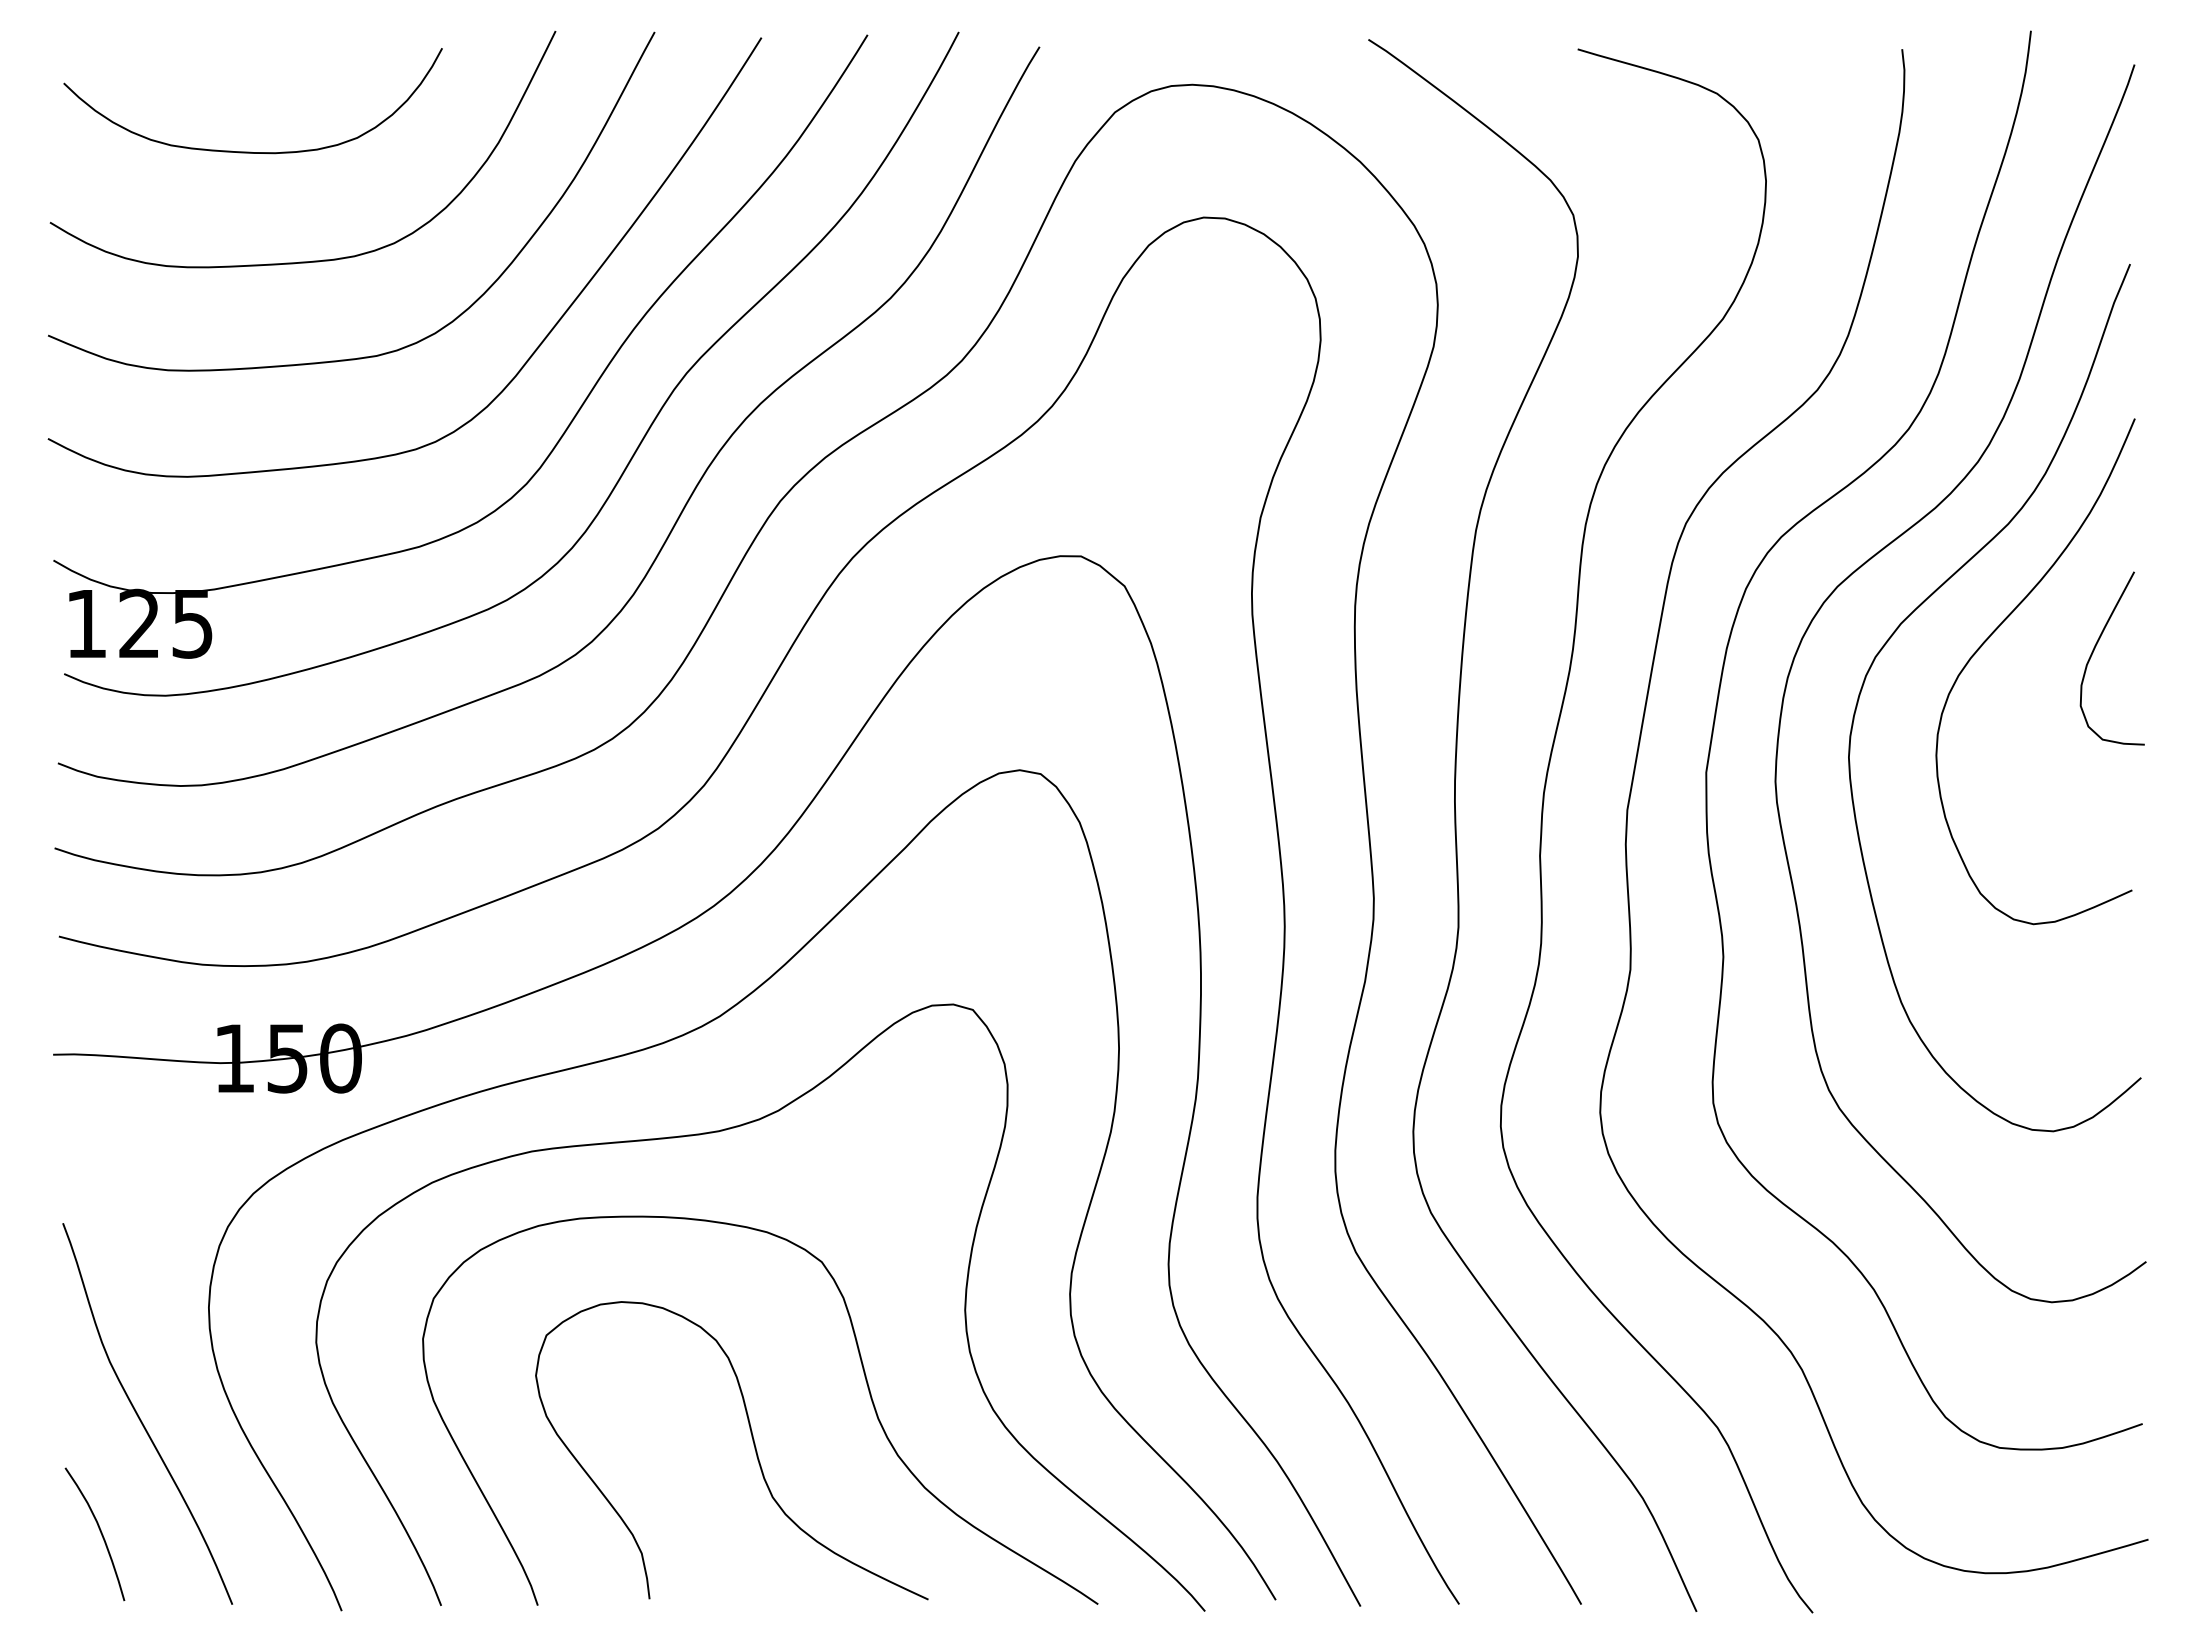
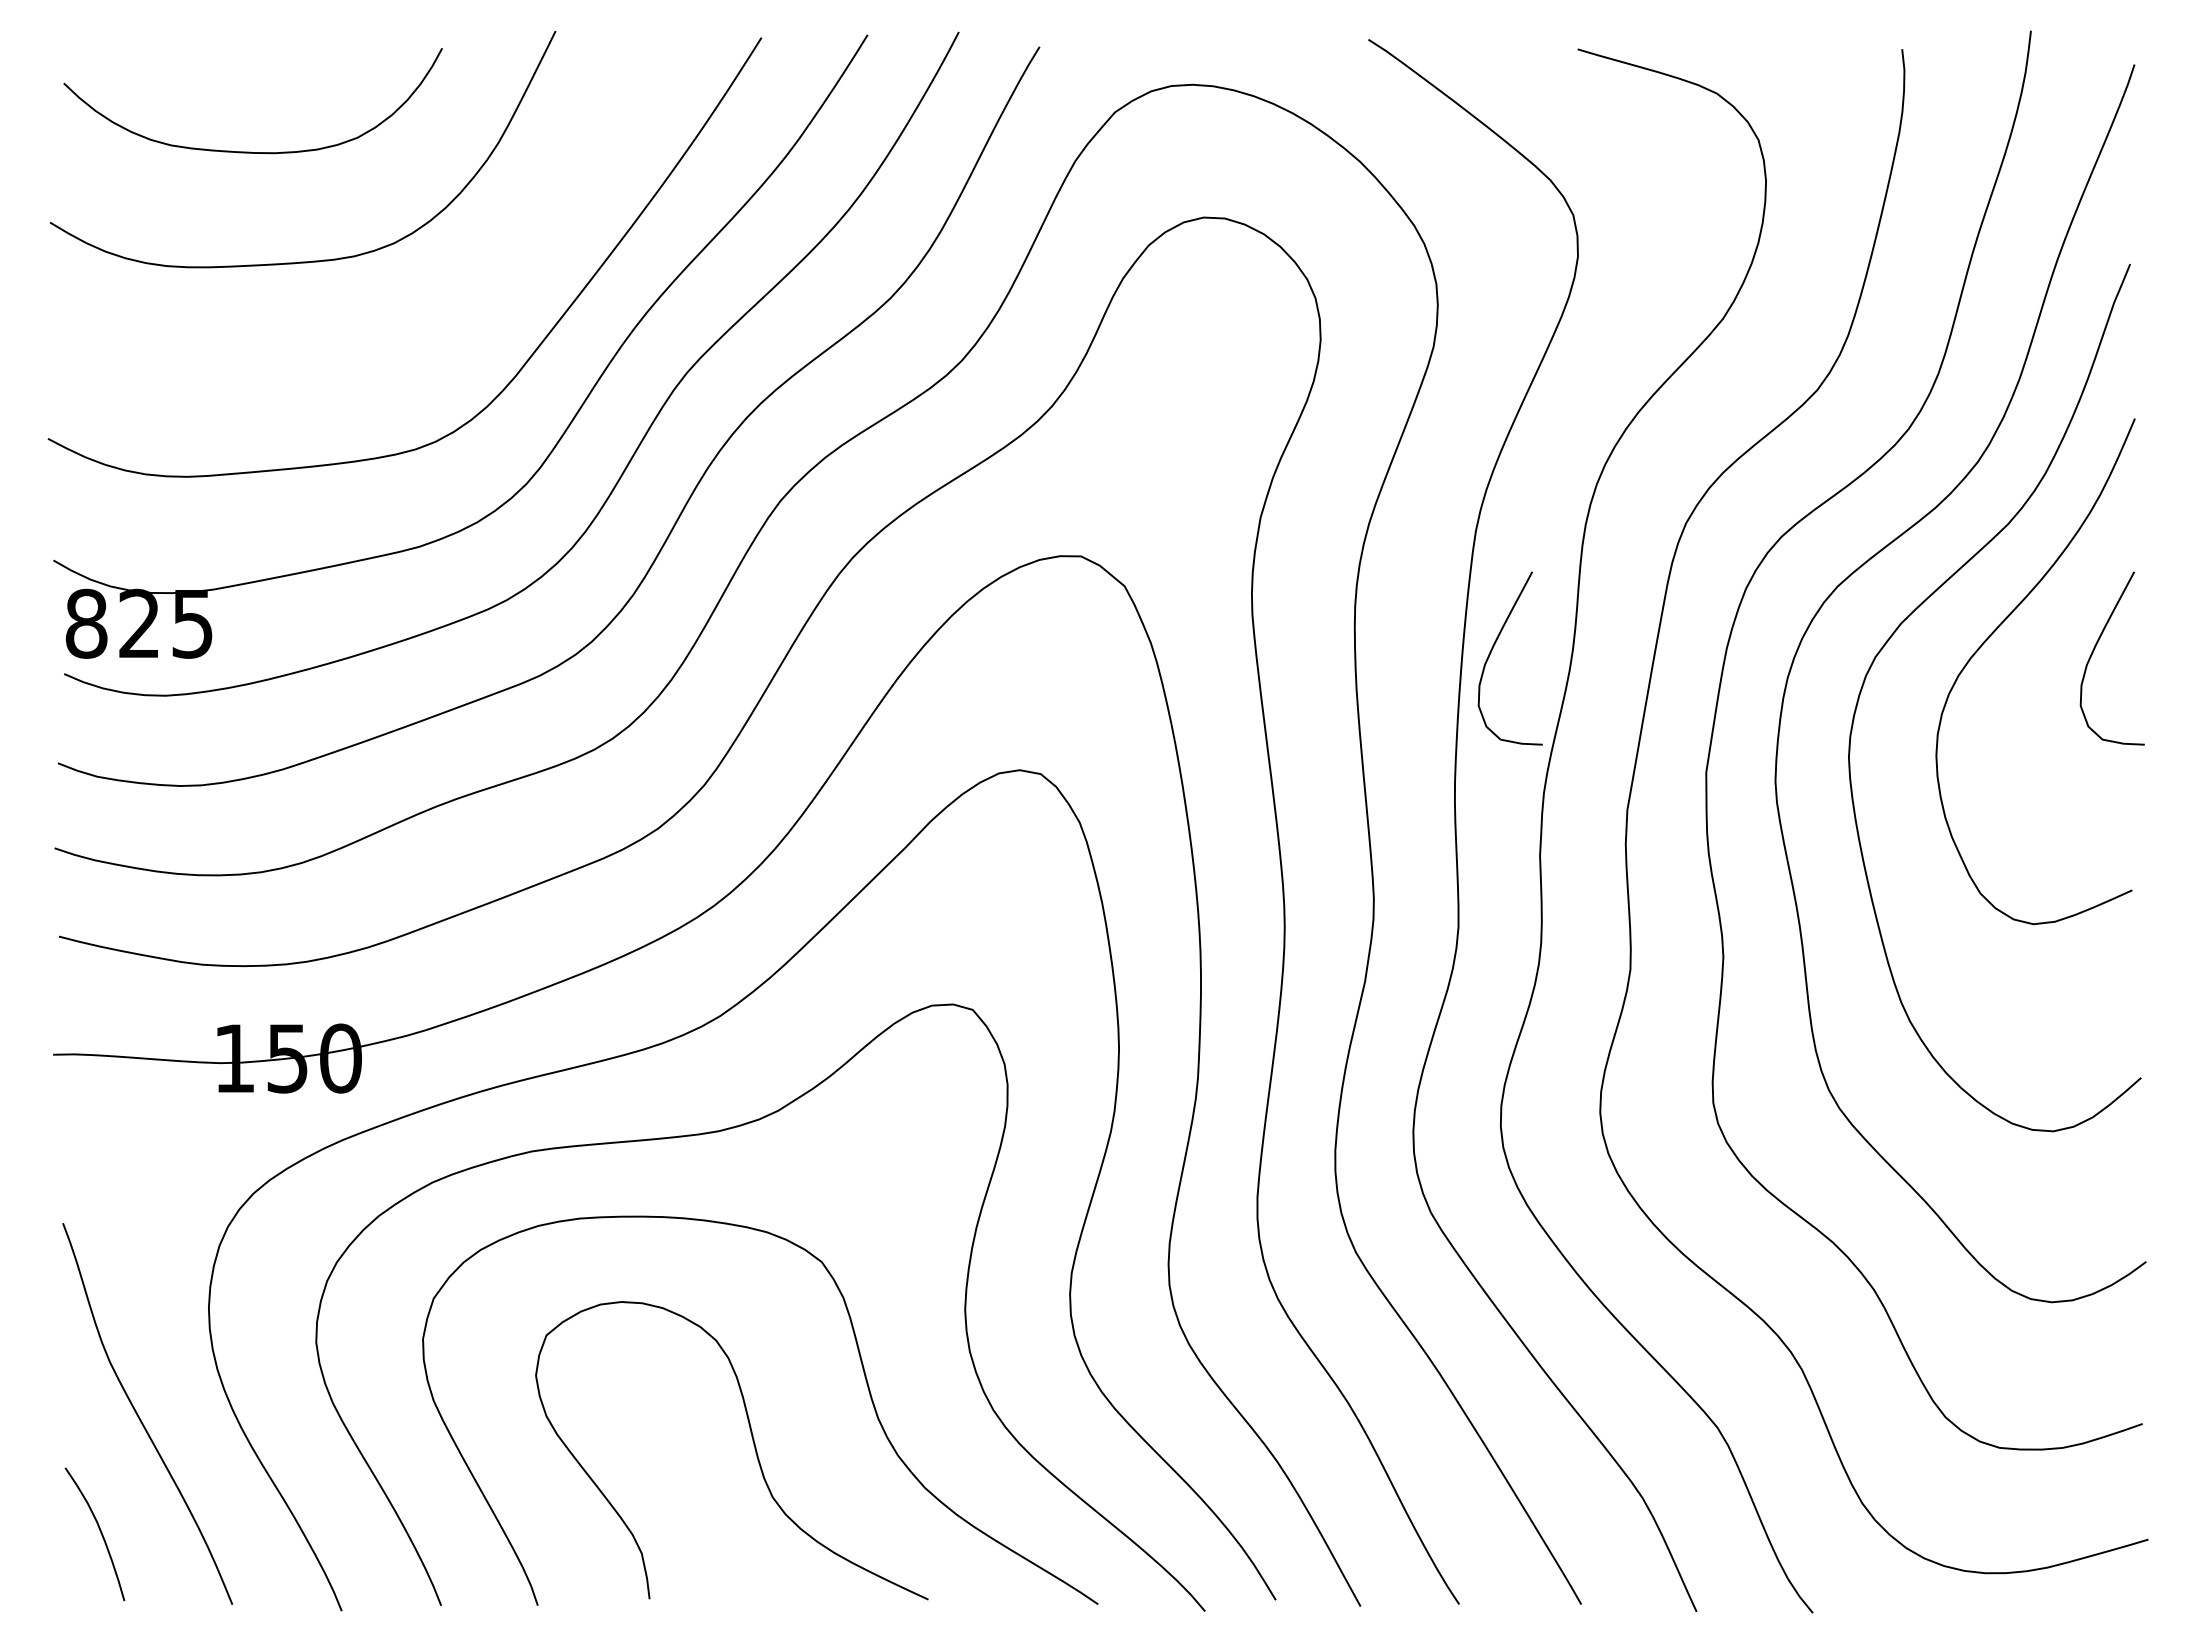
curve at (406, 345): present -> none
text at (86, 623): 125 -> 825
curve at (1491, 653): none -> present
